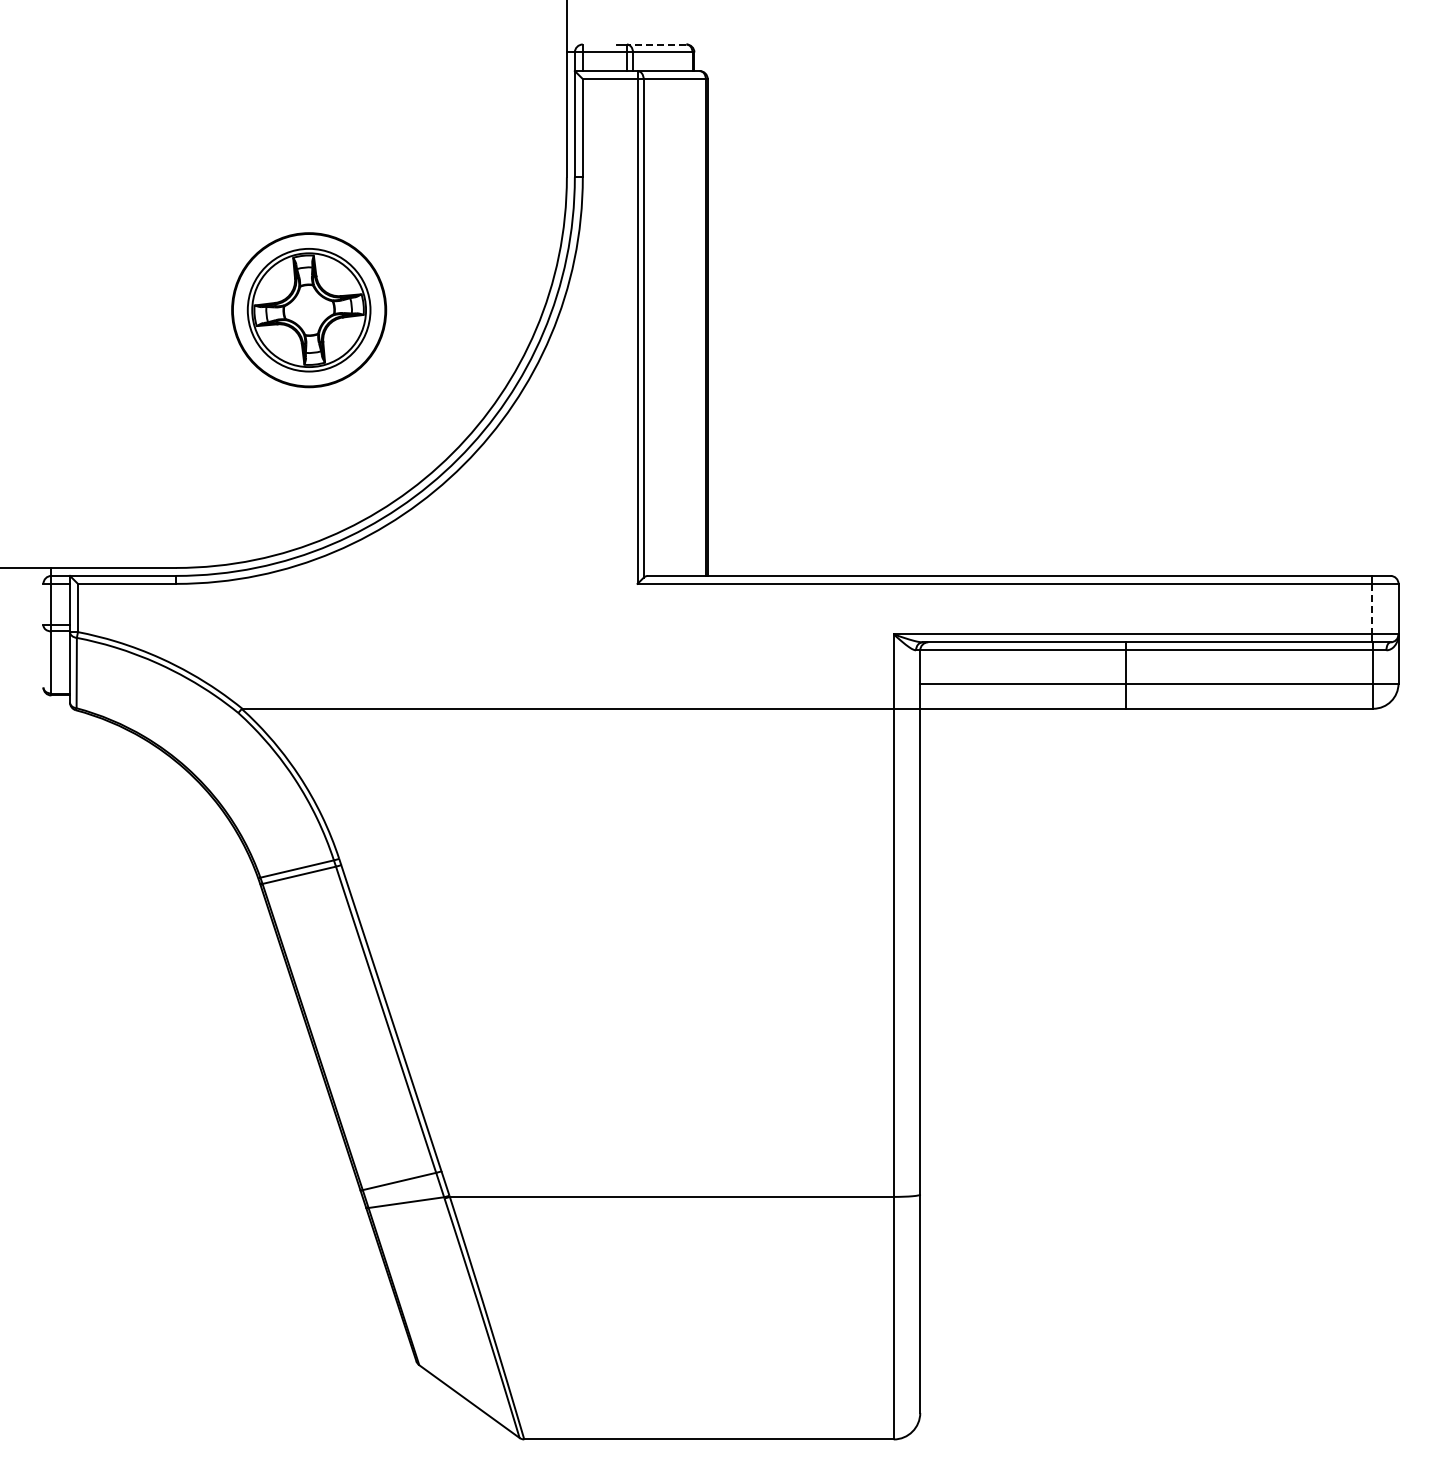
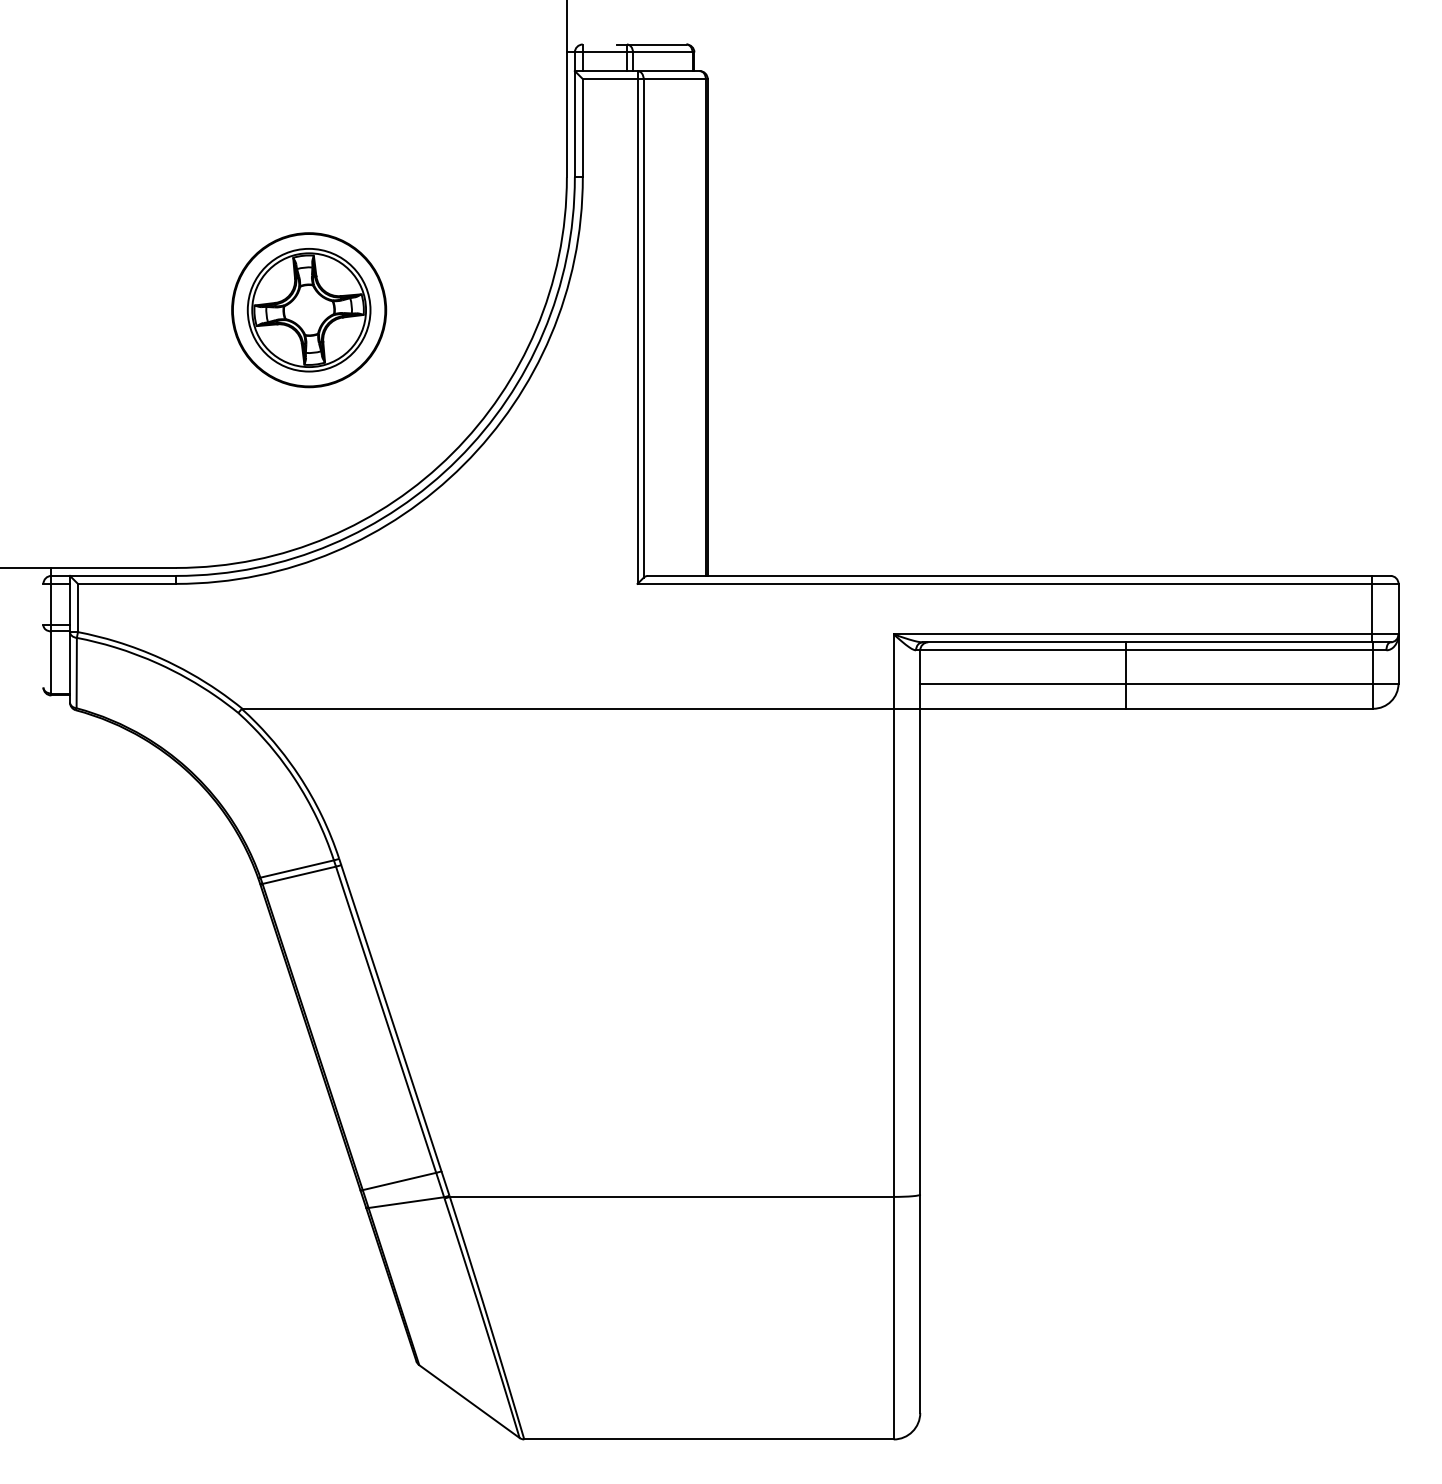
line at (656, 44): dashed -> solid
line at (1371, 609): dashed -> solid
